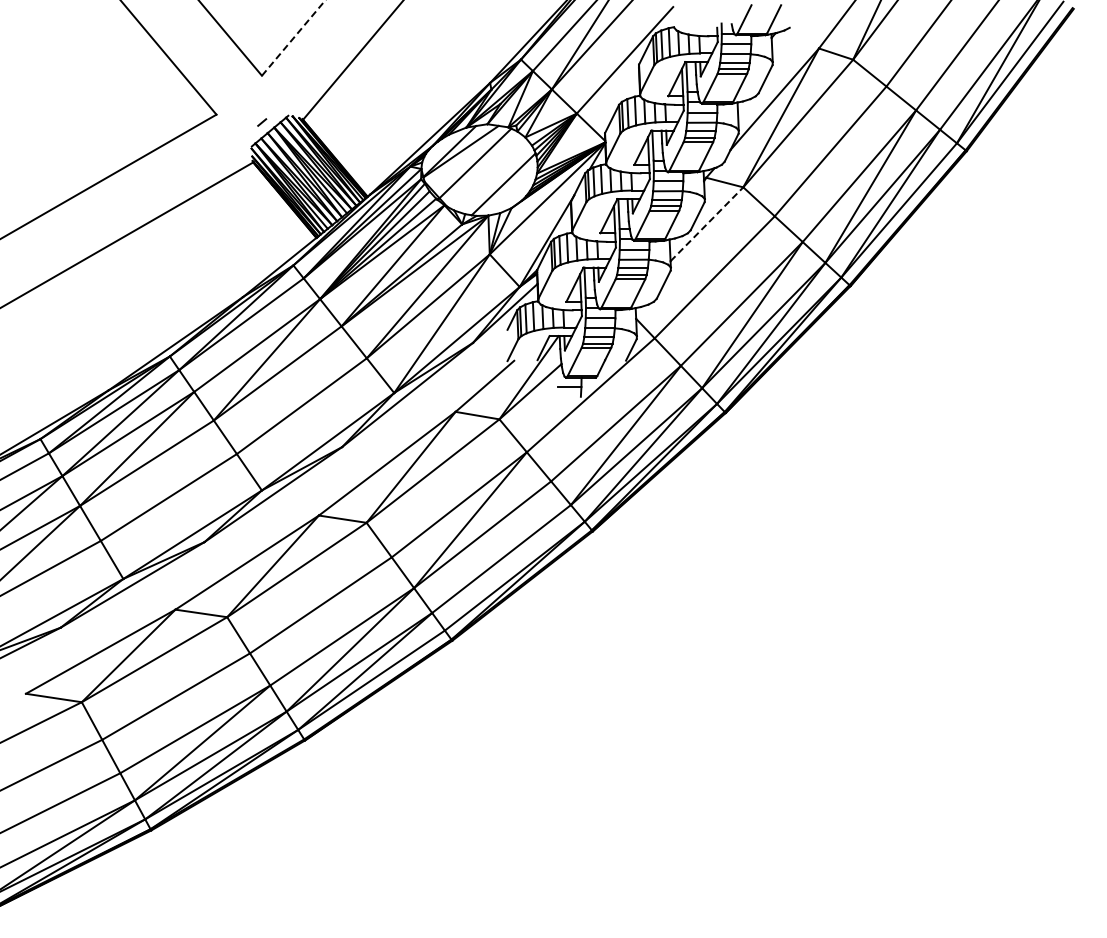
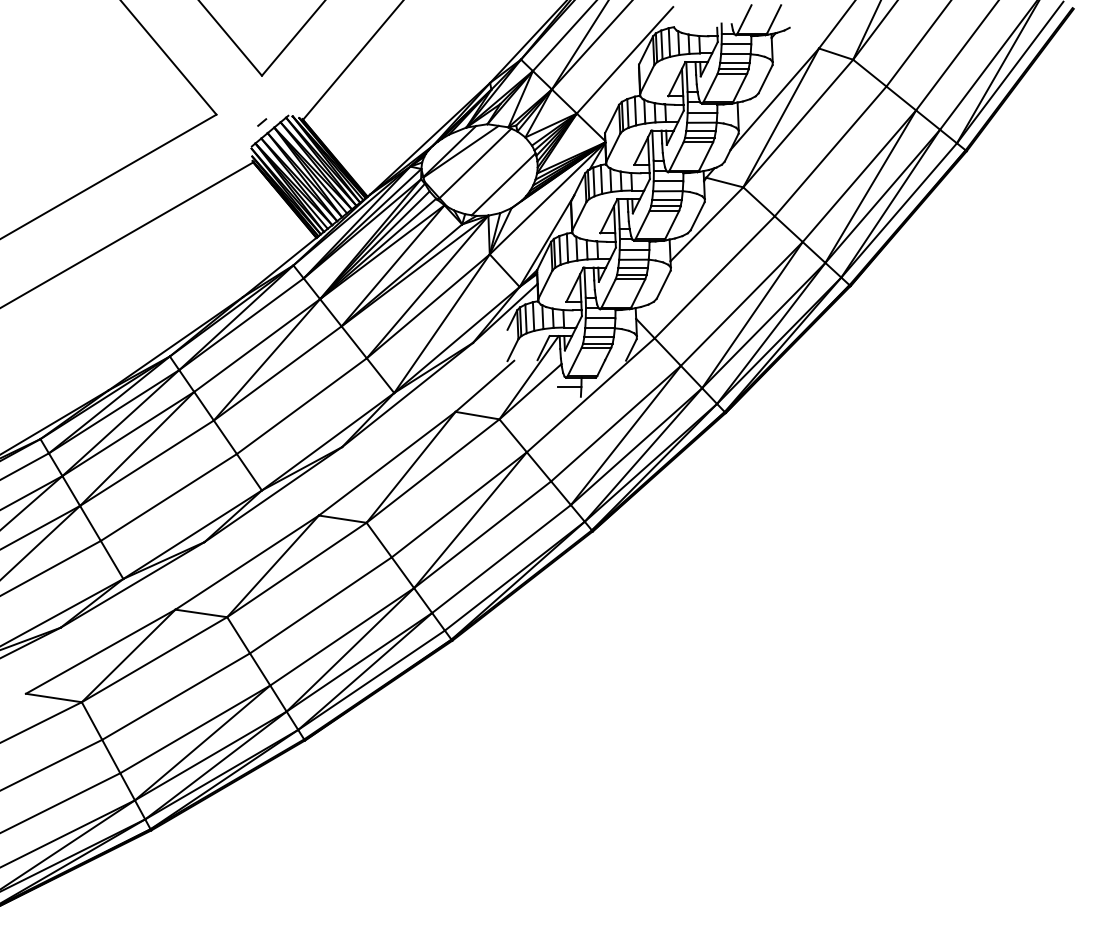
line at (294, 37): dashed -> solid
line at (706, 224): dashed -> solid
